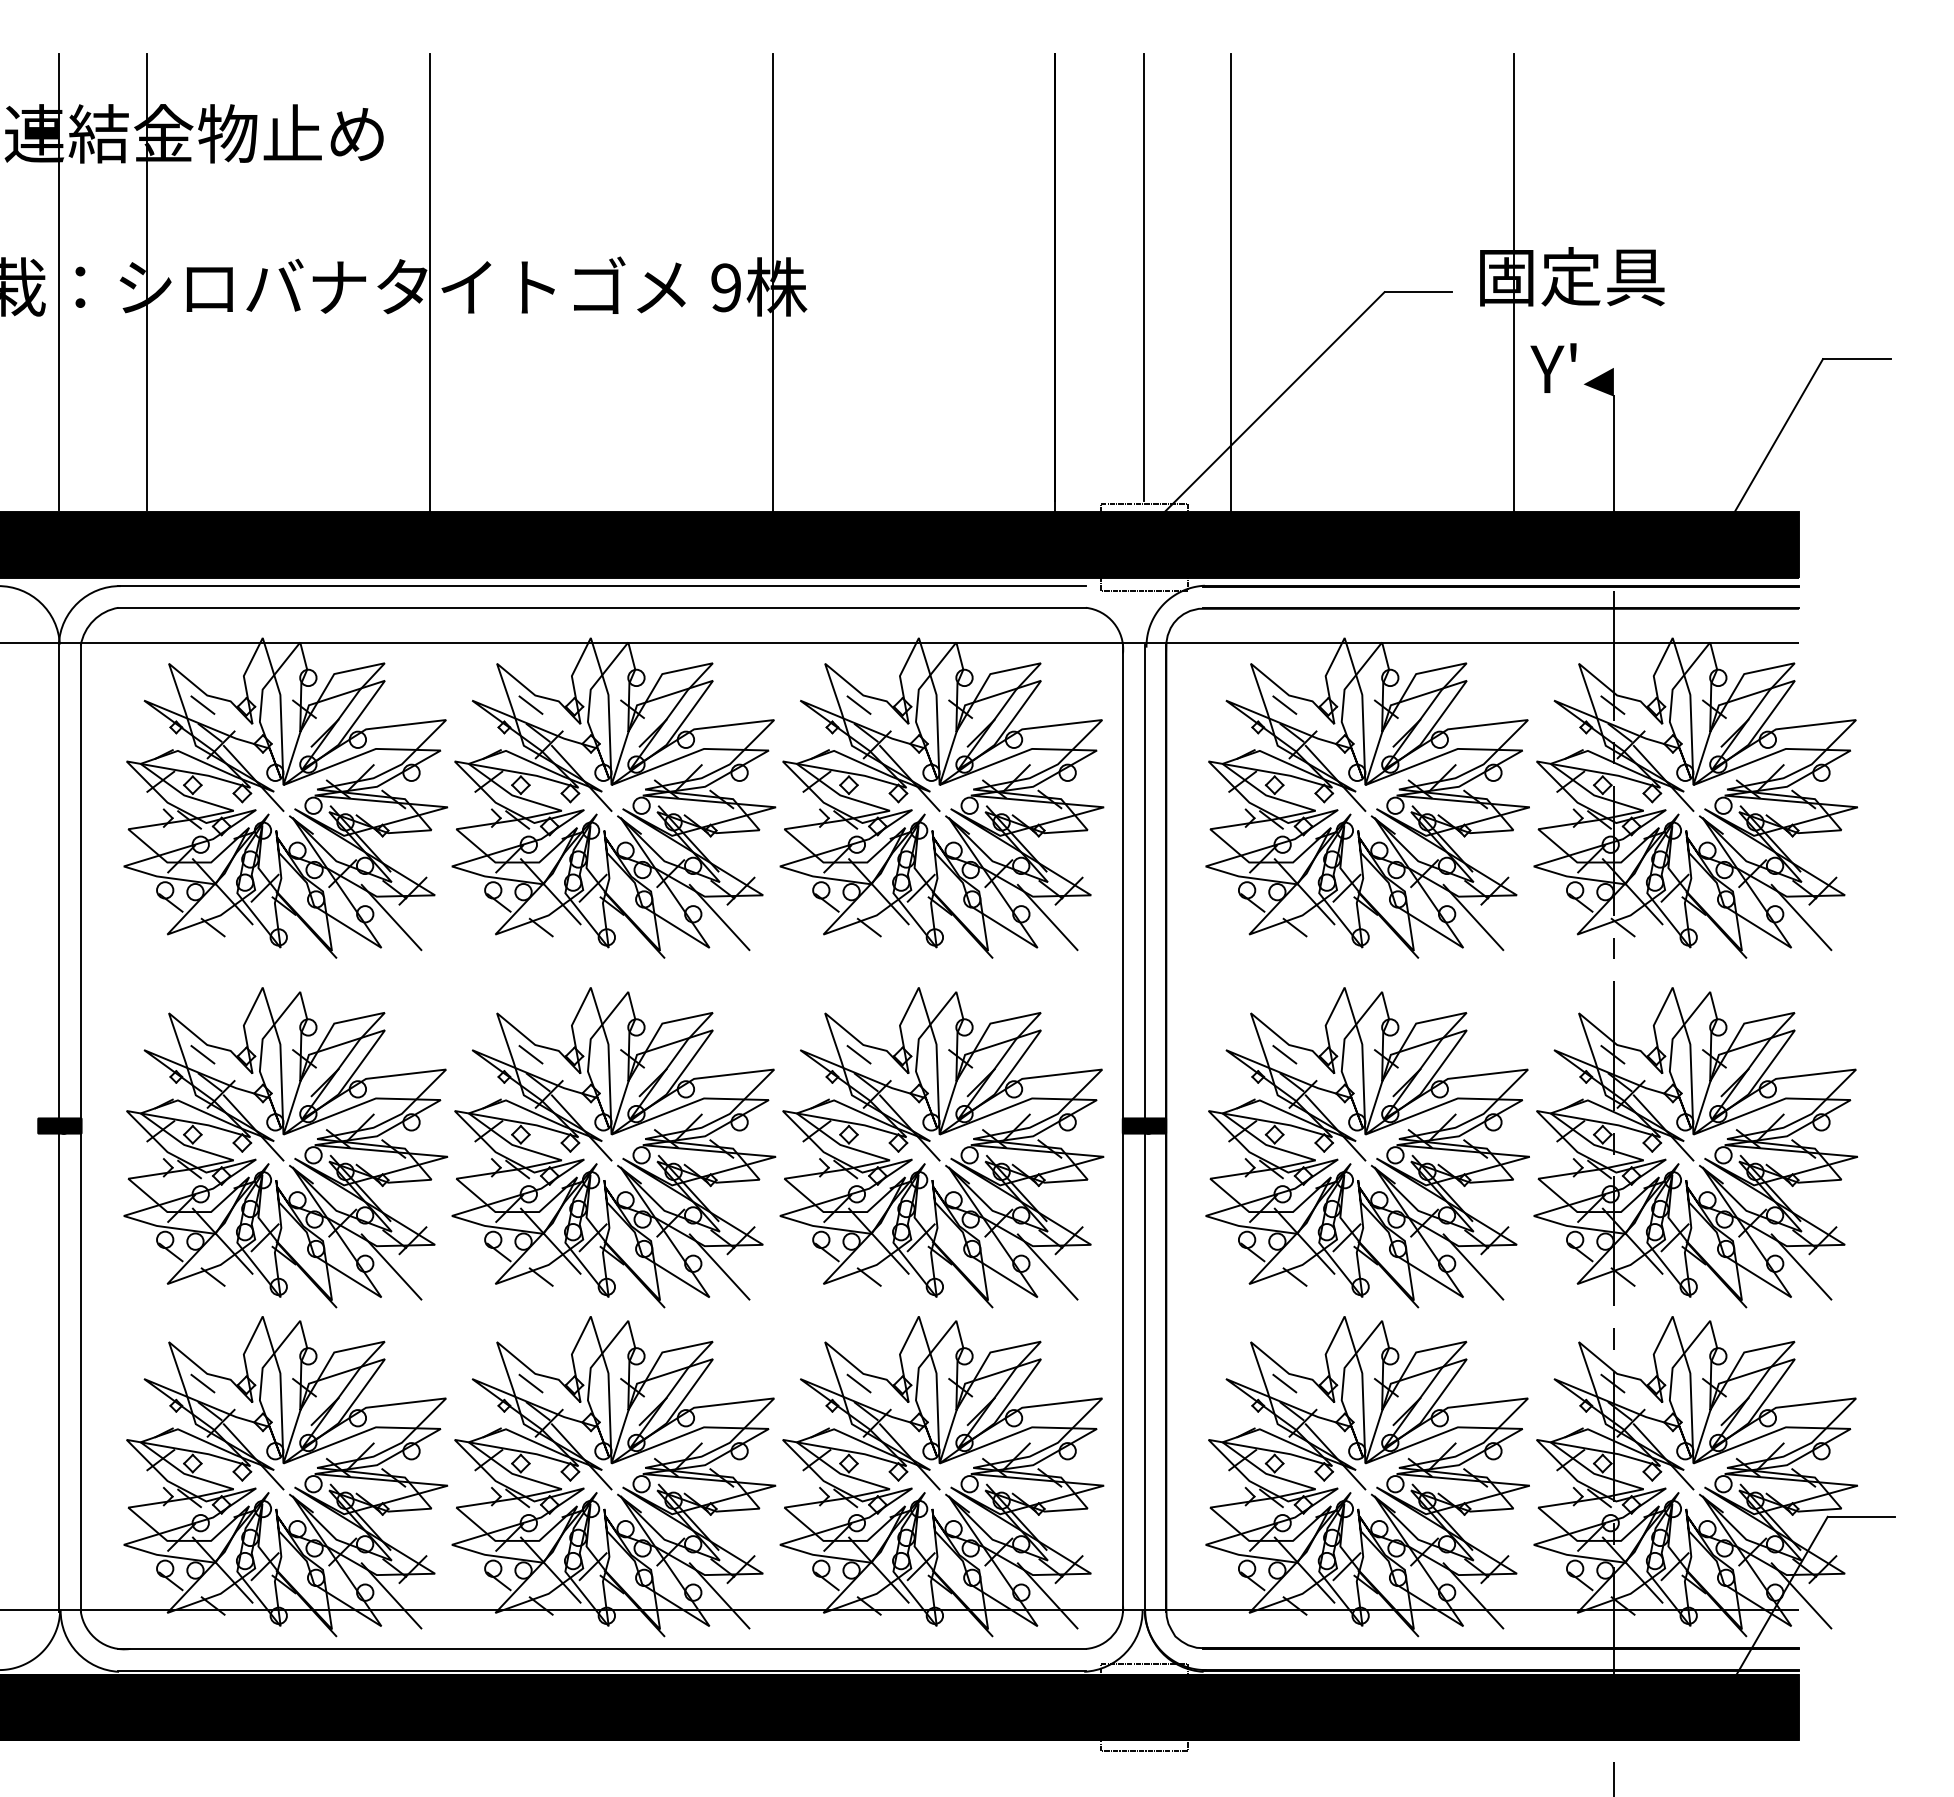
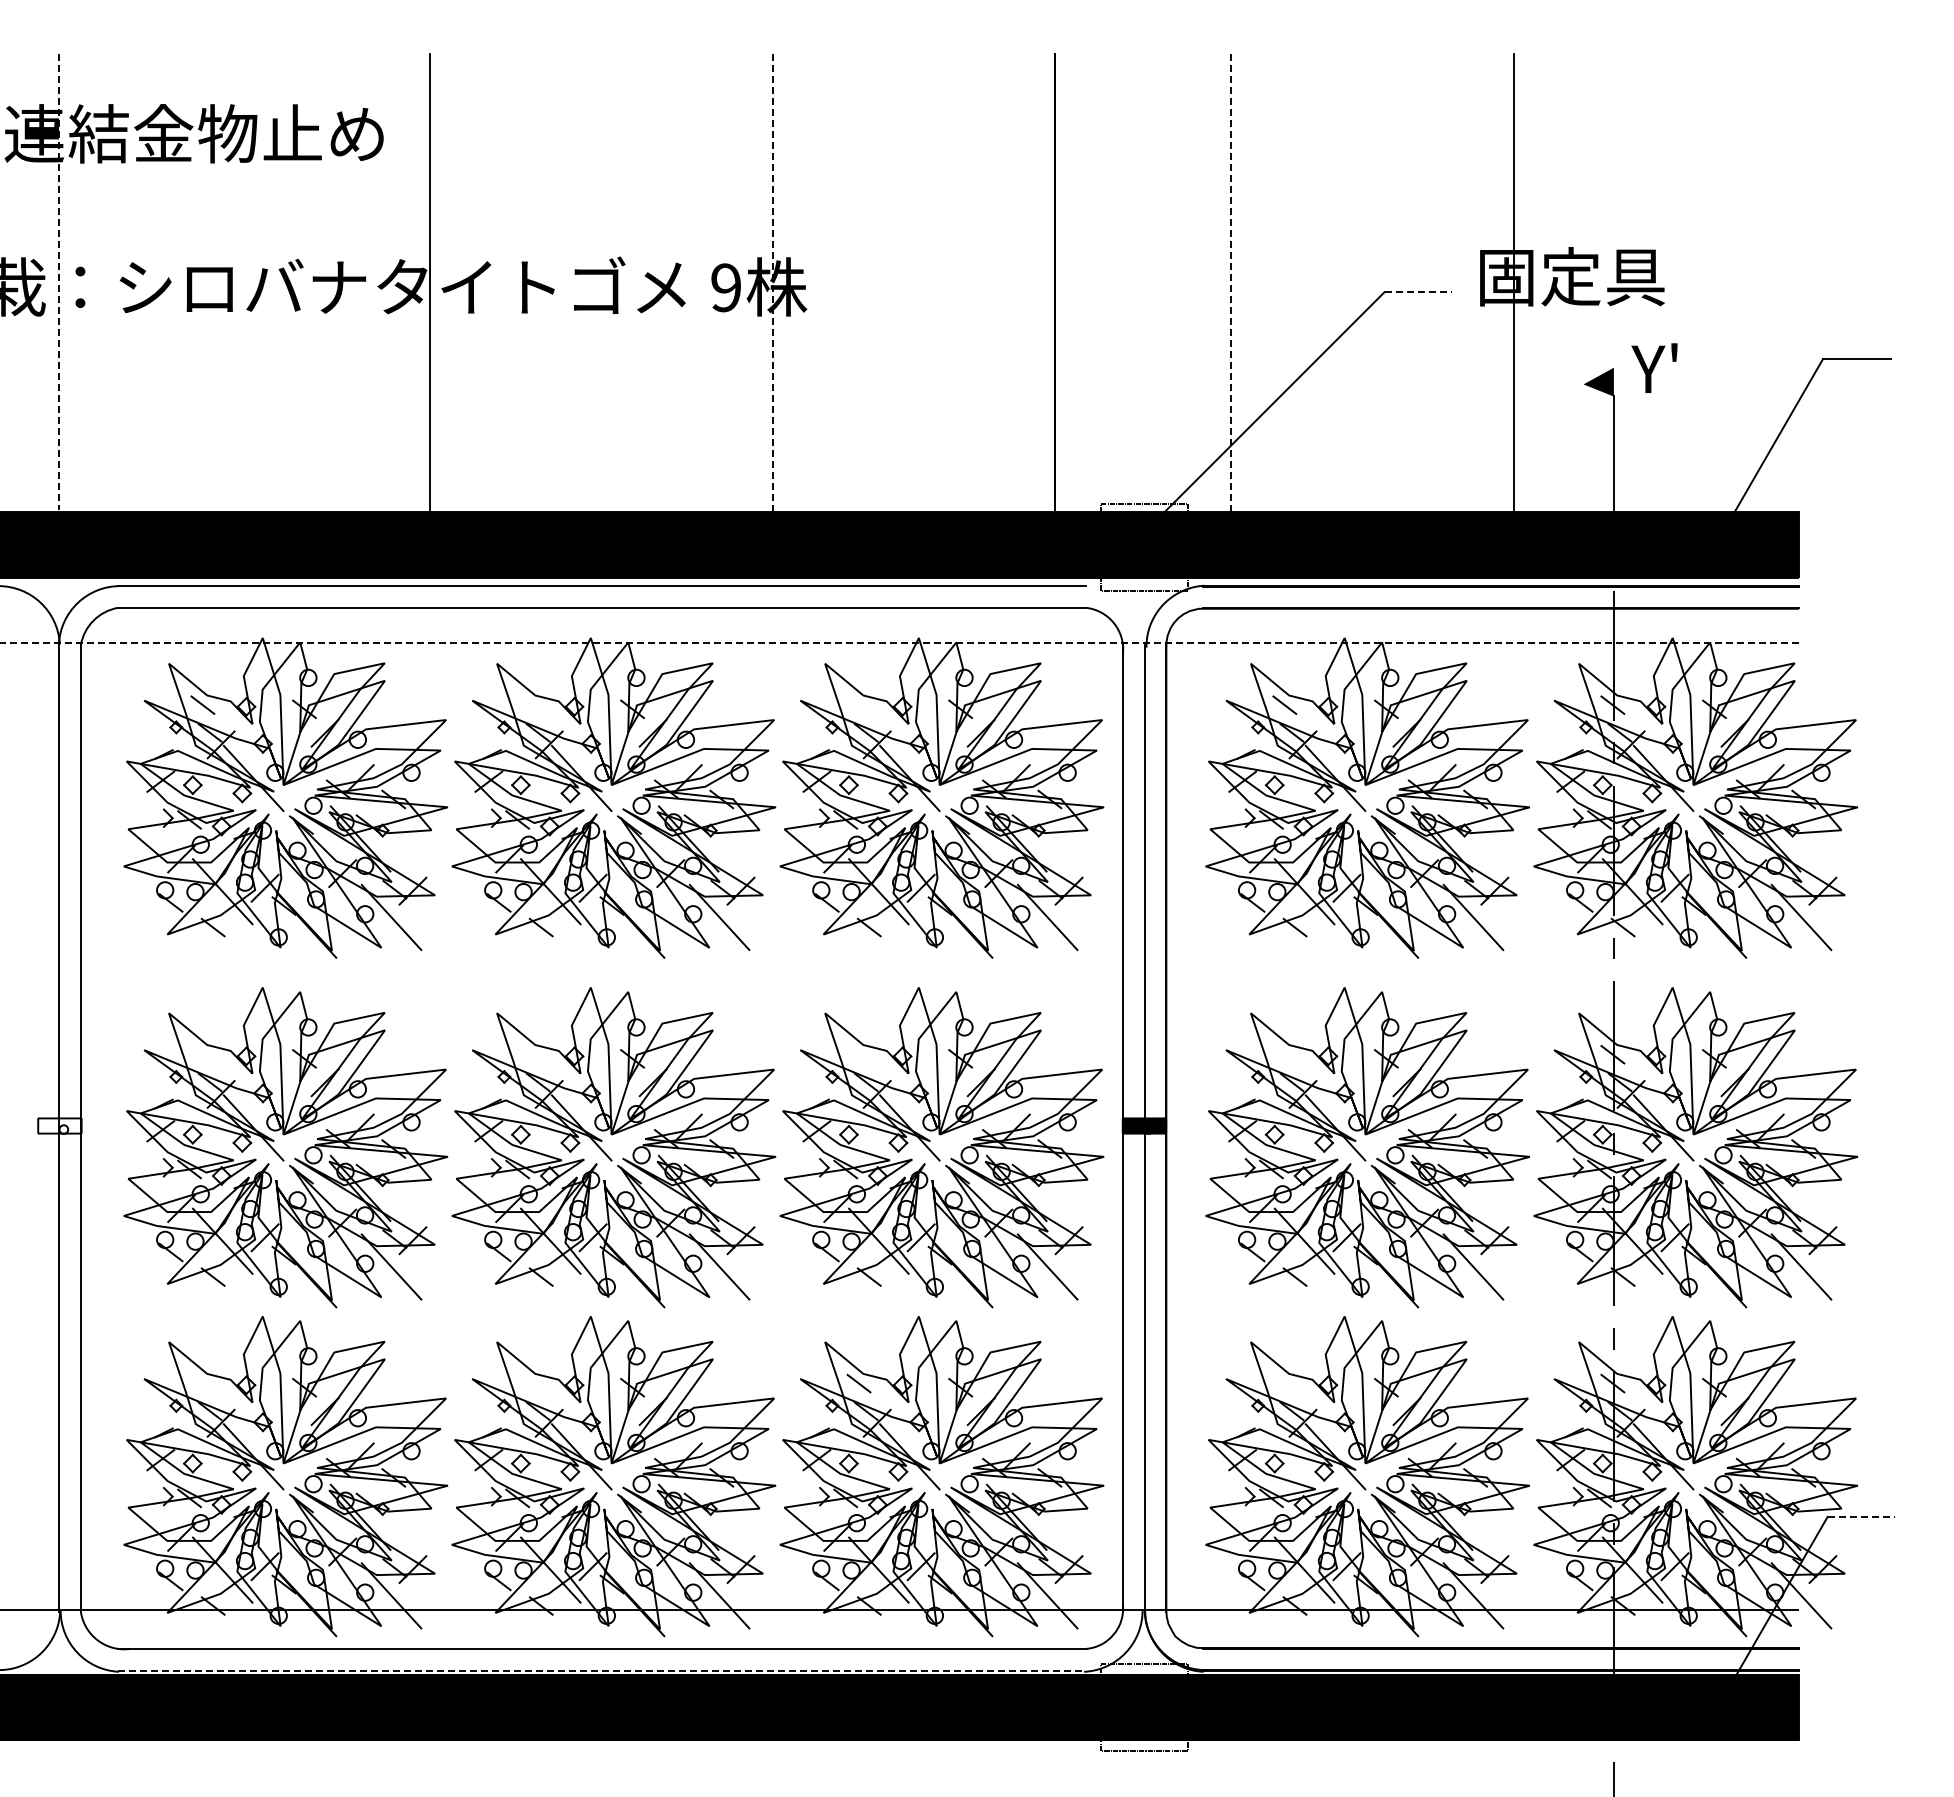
line at (1143, 277): present -> none
line at (59, 281): solid -> dashed
line at (146, 281): present -> none
line at (772, 283): solid -> dashed
line at (1231, 283): solid -> dashed
line at (1418, 292): solid -> dashed
text at (1553, 367) position: (1553, 367) -> (1654, 367)
line at (899, 642): solid -> dashed
line at (530, 704): present -> none
line at (858, 704): present -> none
line at (202, 1054): present -> none
line at (530, 1054): present -> none
line at (858, 1054): present -> none
line at (1284, 1054): present -> none
fill at (59, 1125): present -> none
line at (202, 1383): present -> none
line at (530, 1383): present -> none
line at (1284, 1383): present -> none
line at (1861, 1516): solid -> dashed
line at (602, 1670): solid -> dashed
